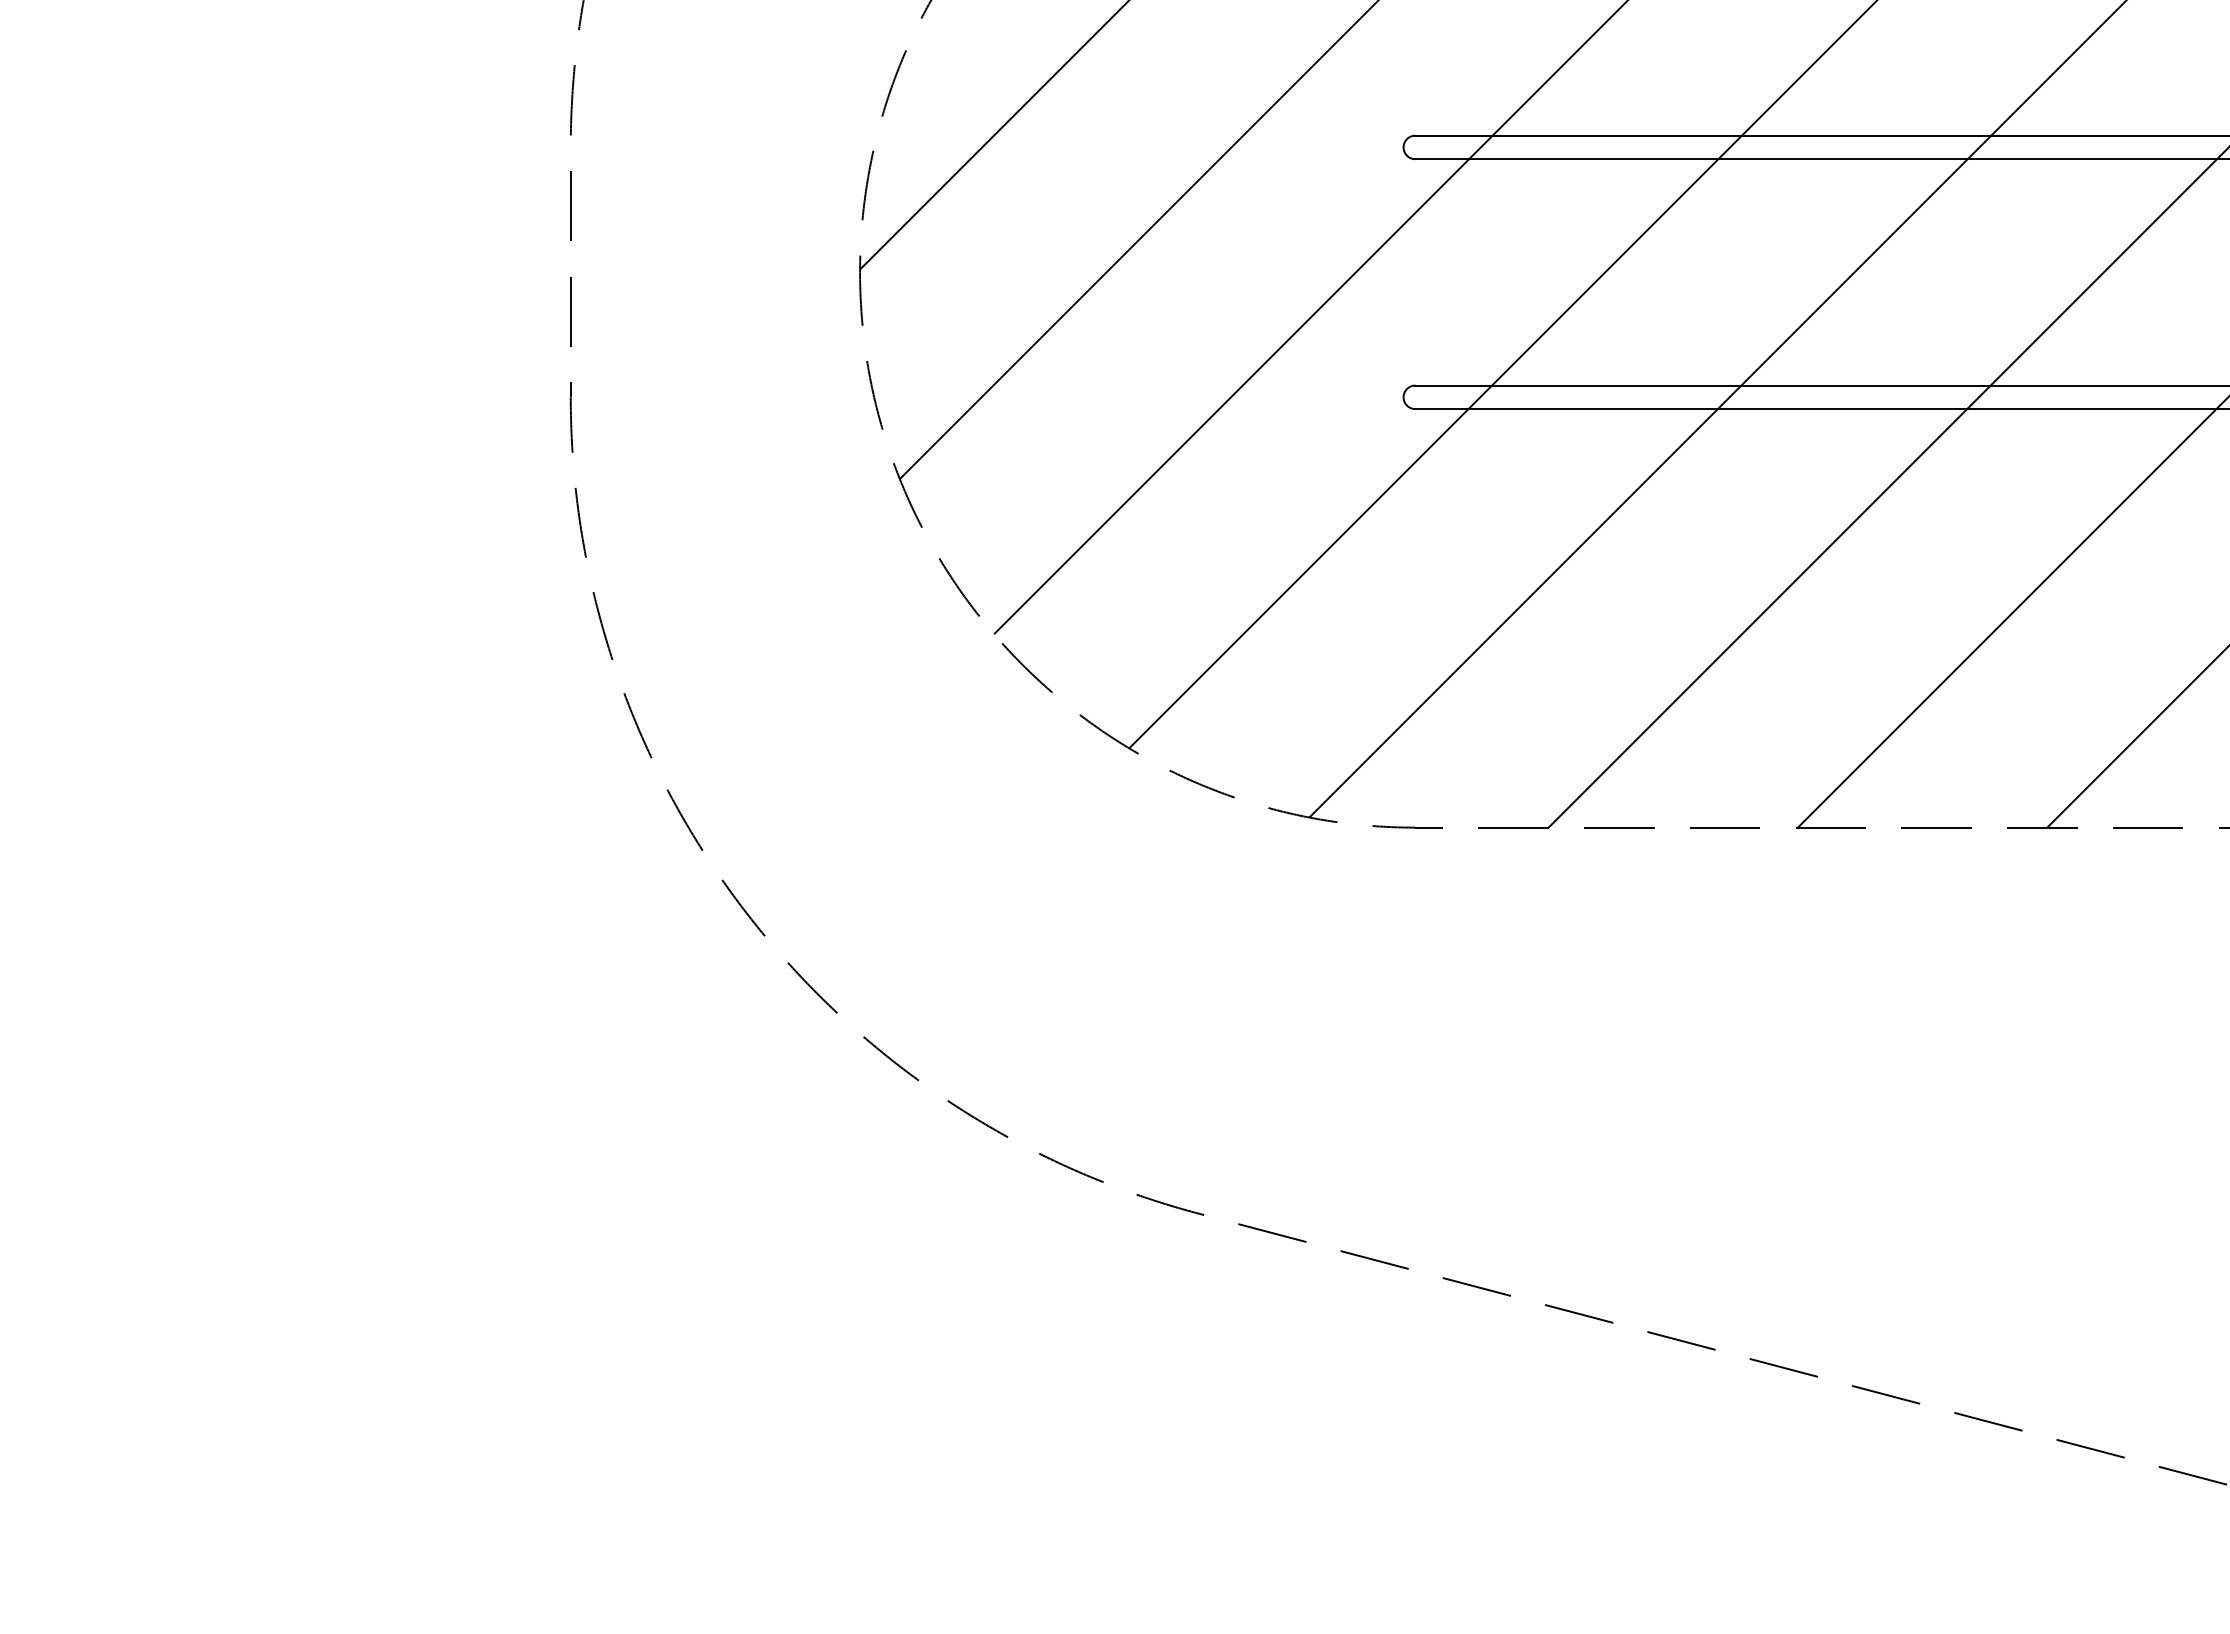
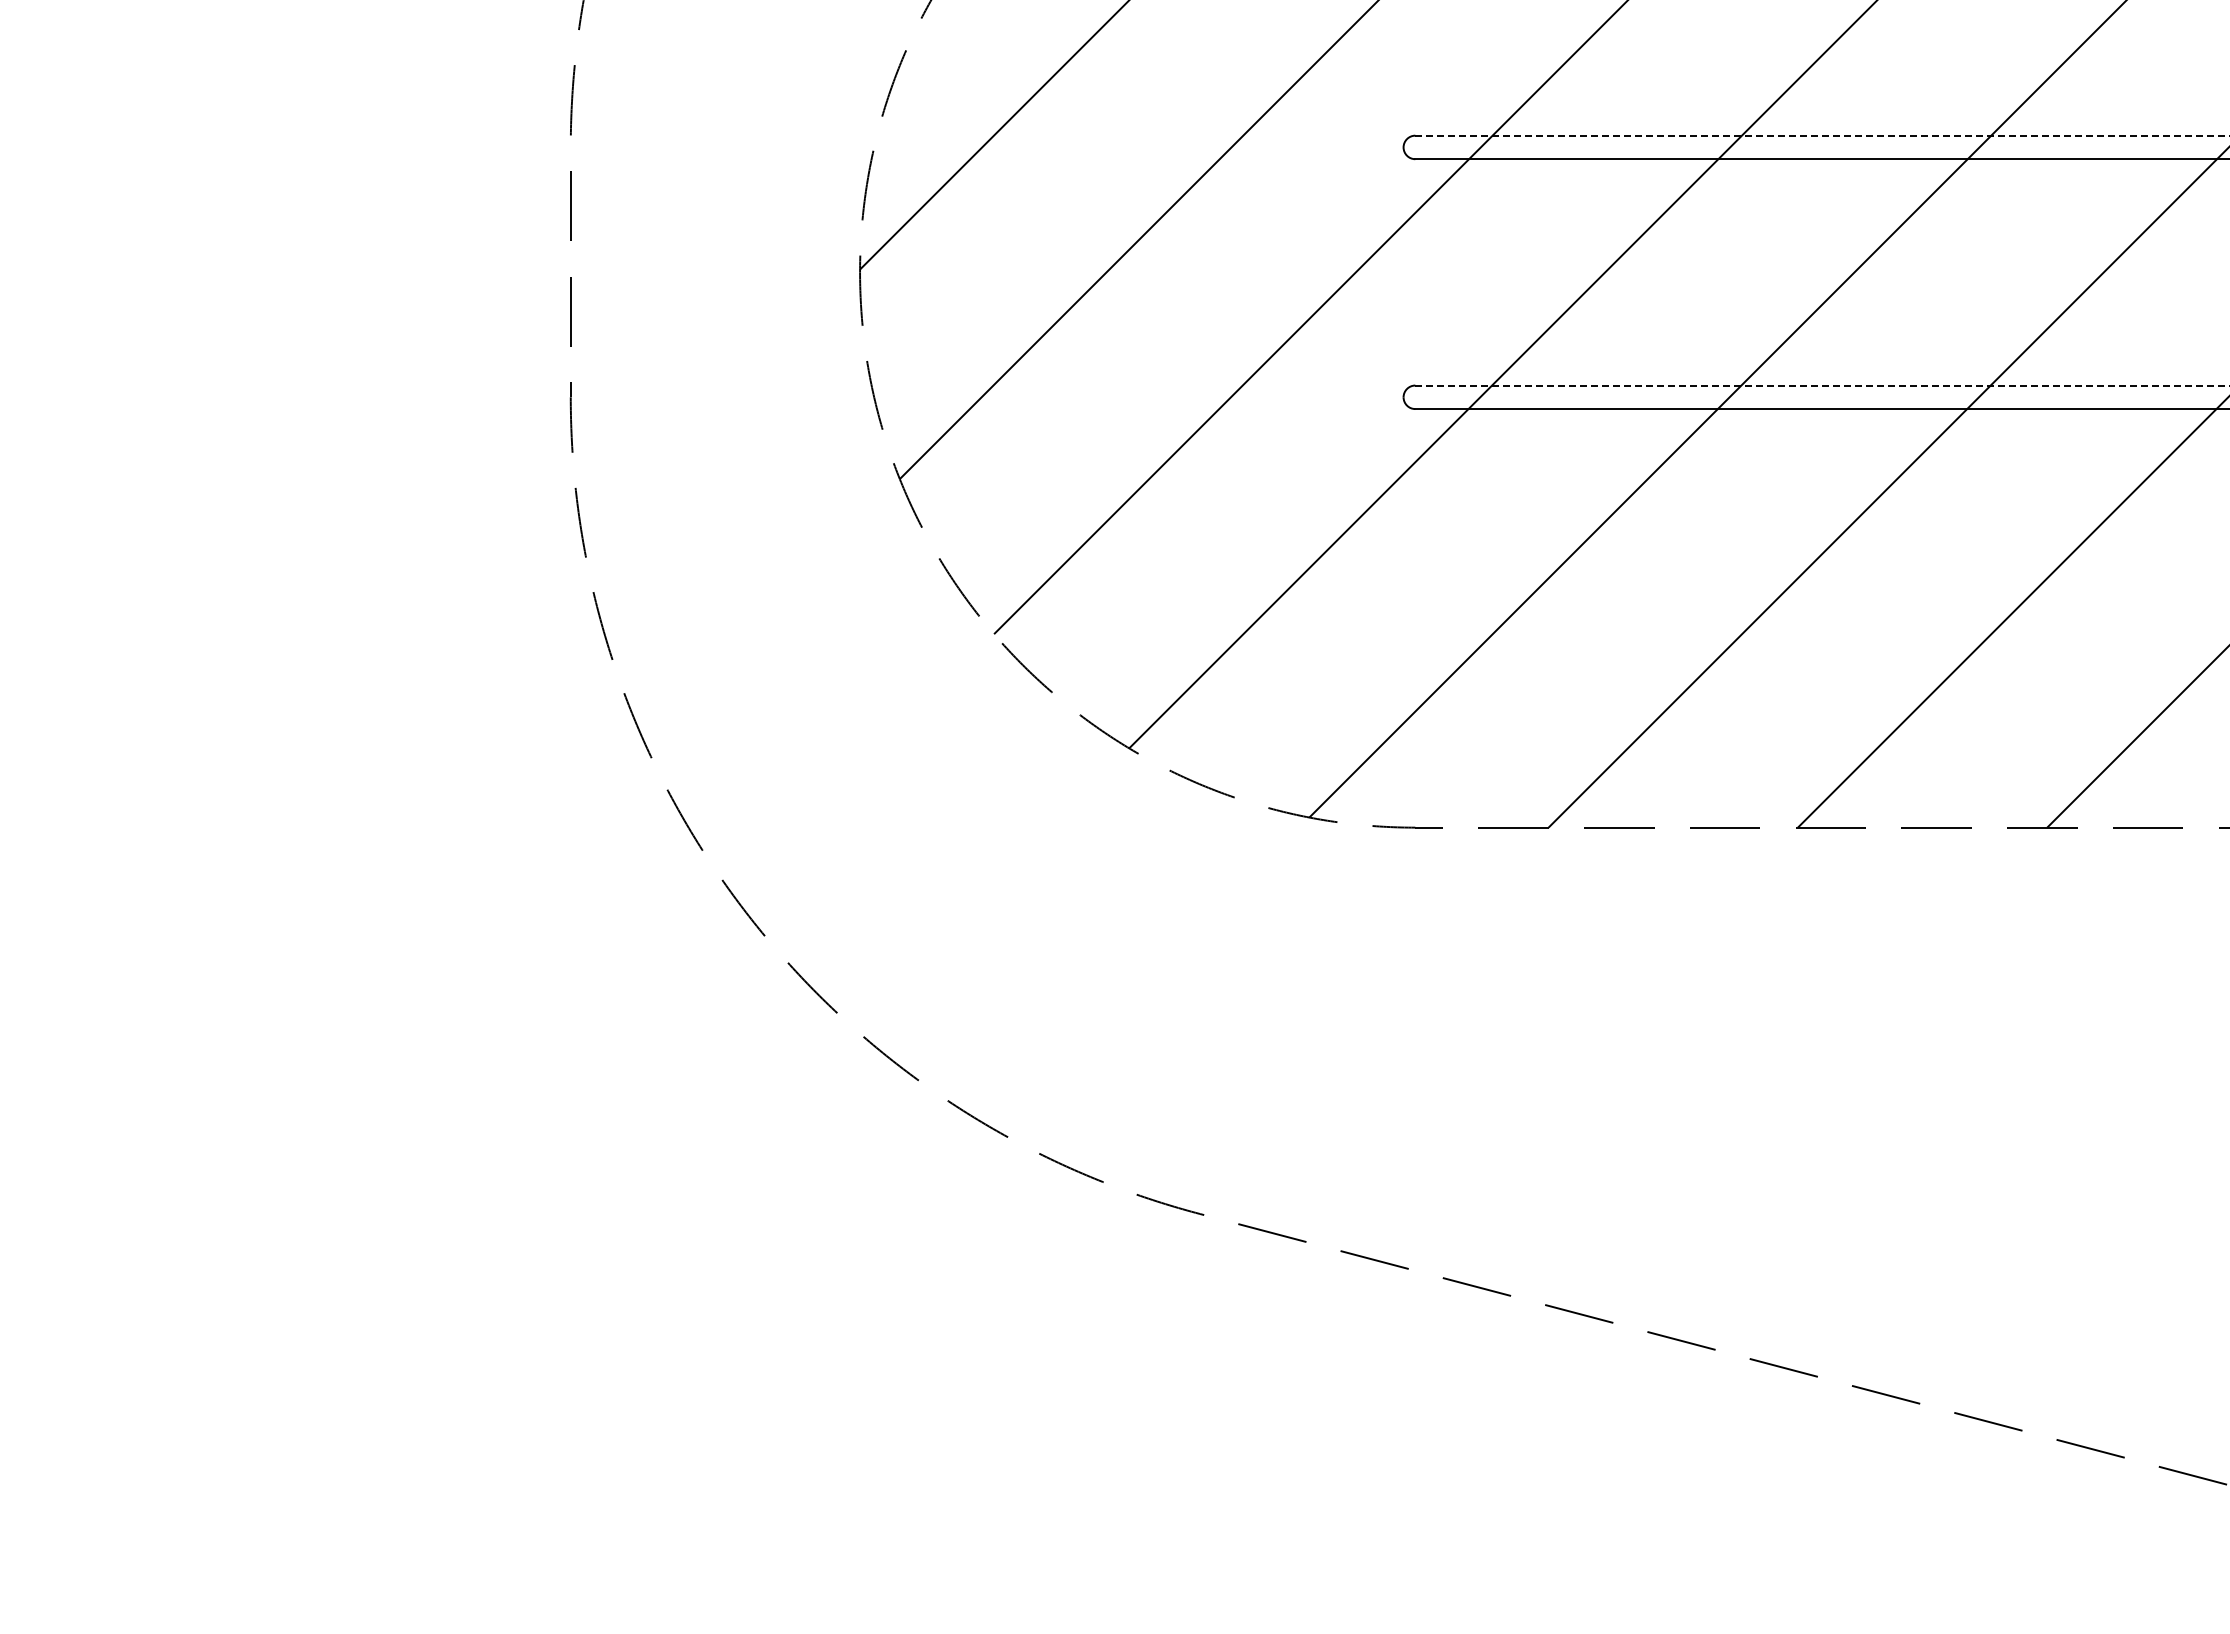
line at (1822, 135): solid -> dashed
line at (1822, 385): solid -> dashed
